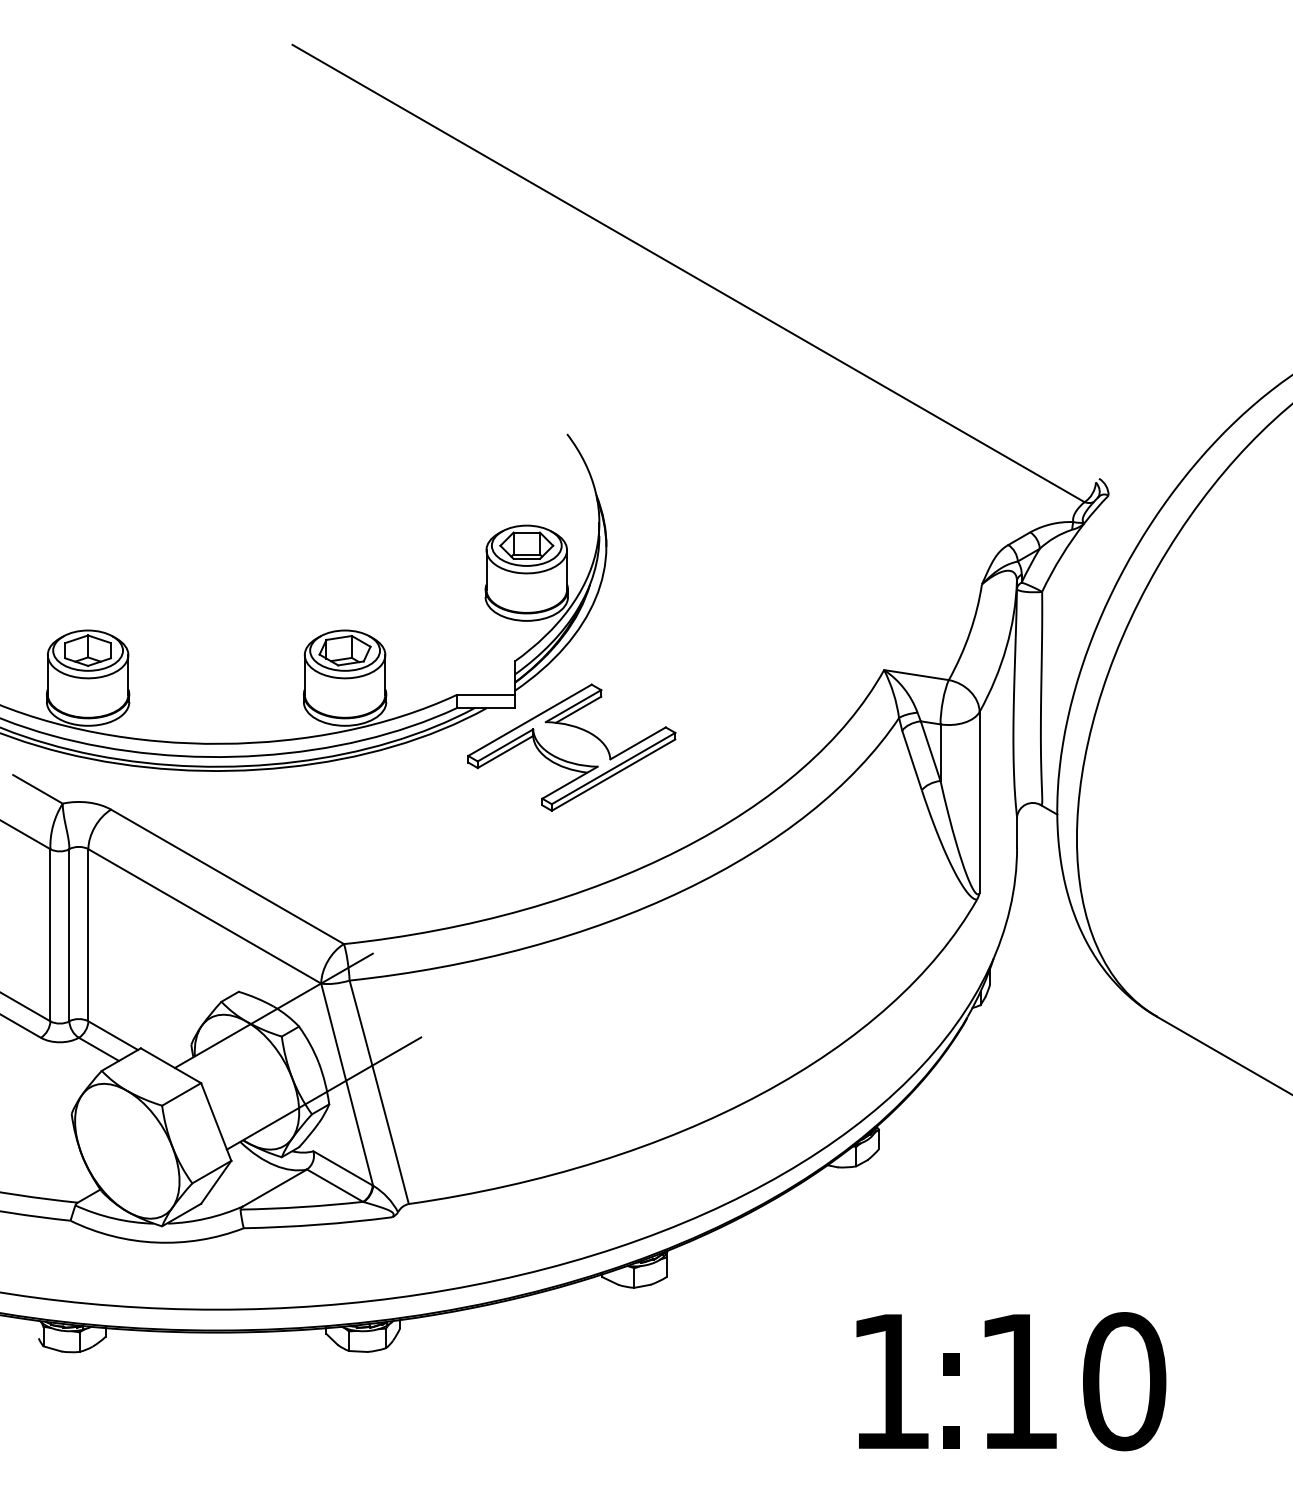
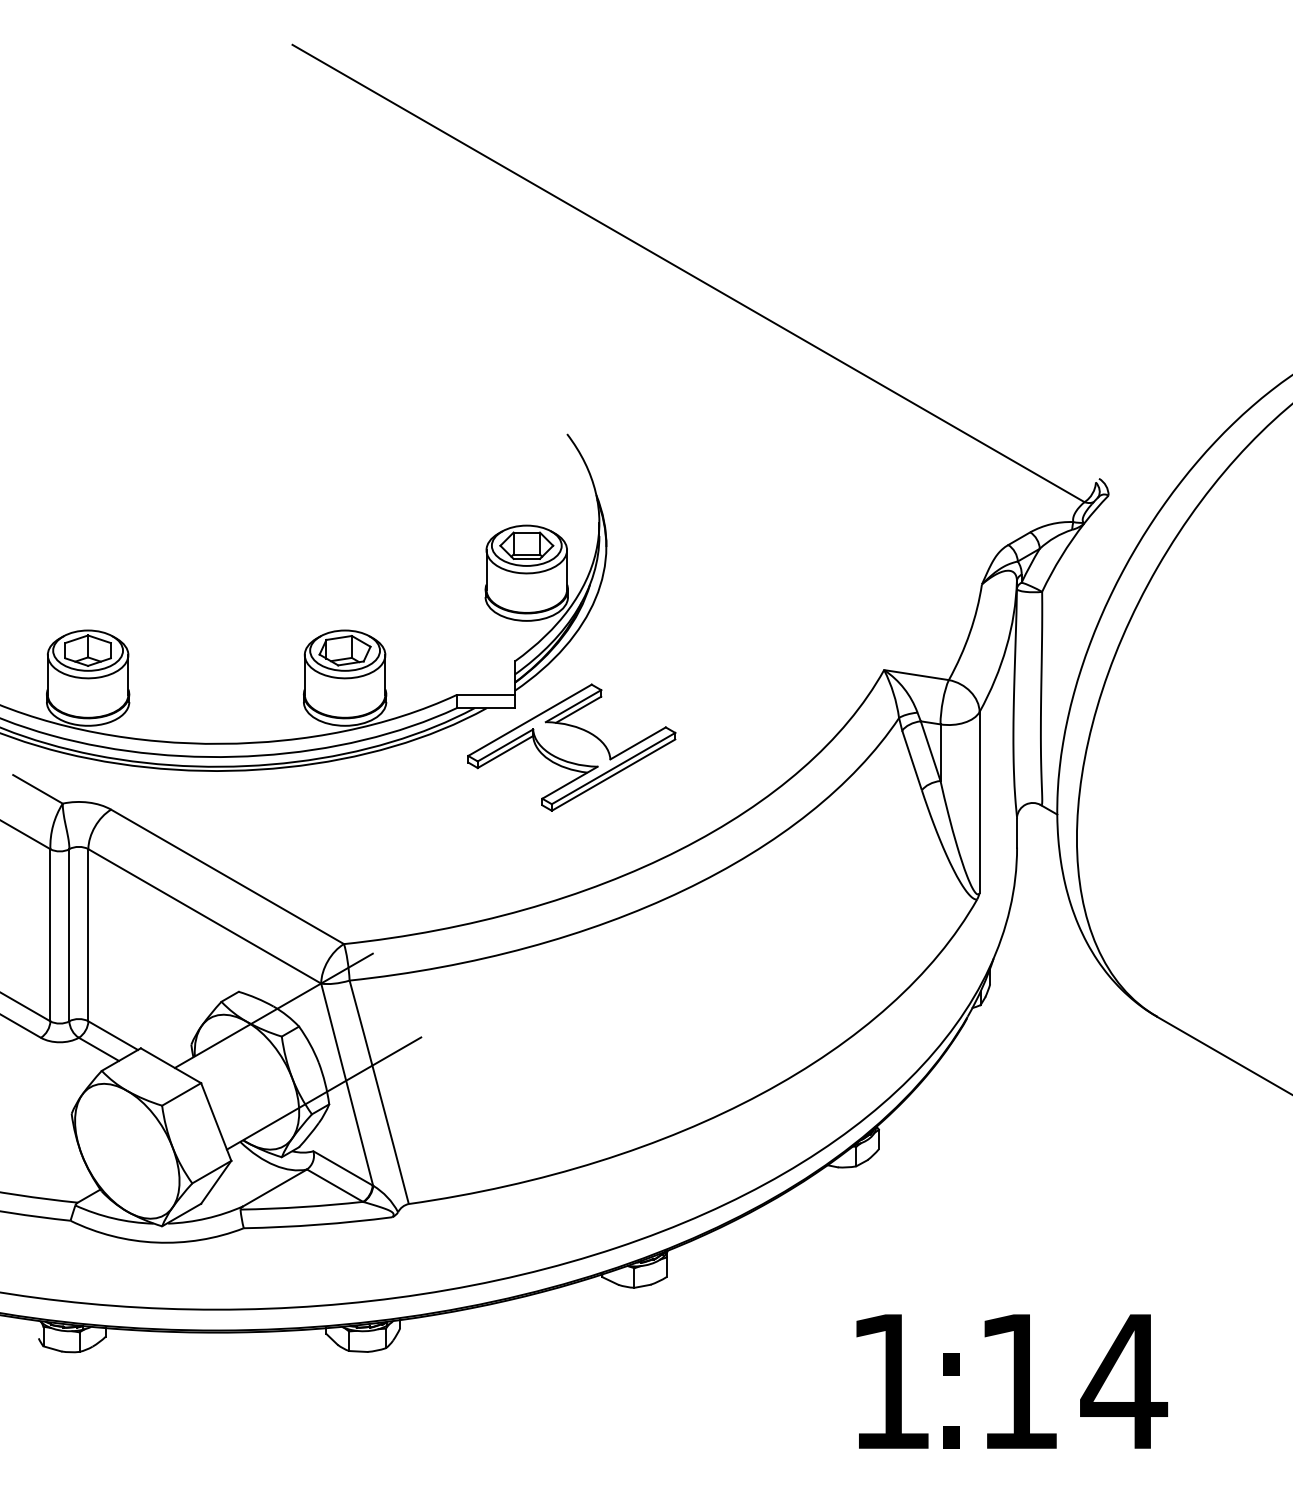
text at (1124, 1381): 10 -> 14
